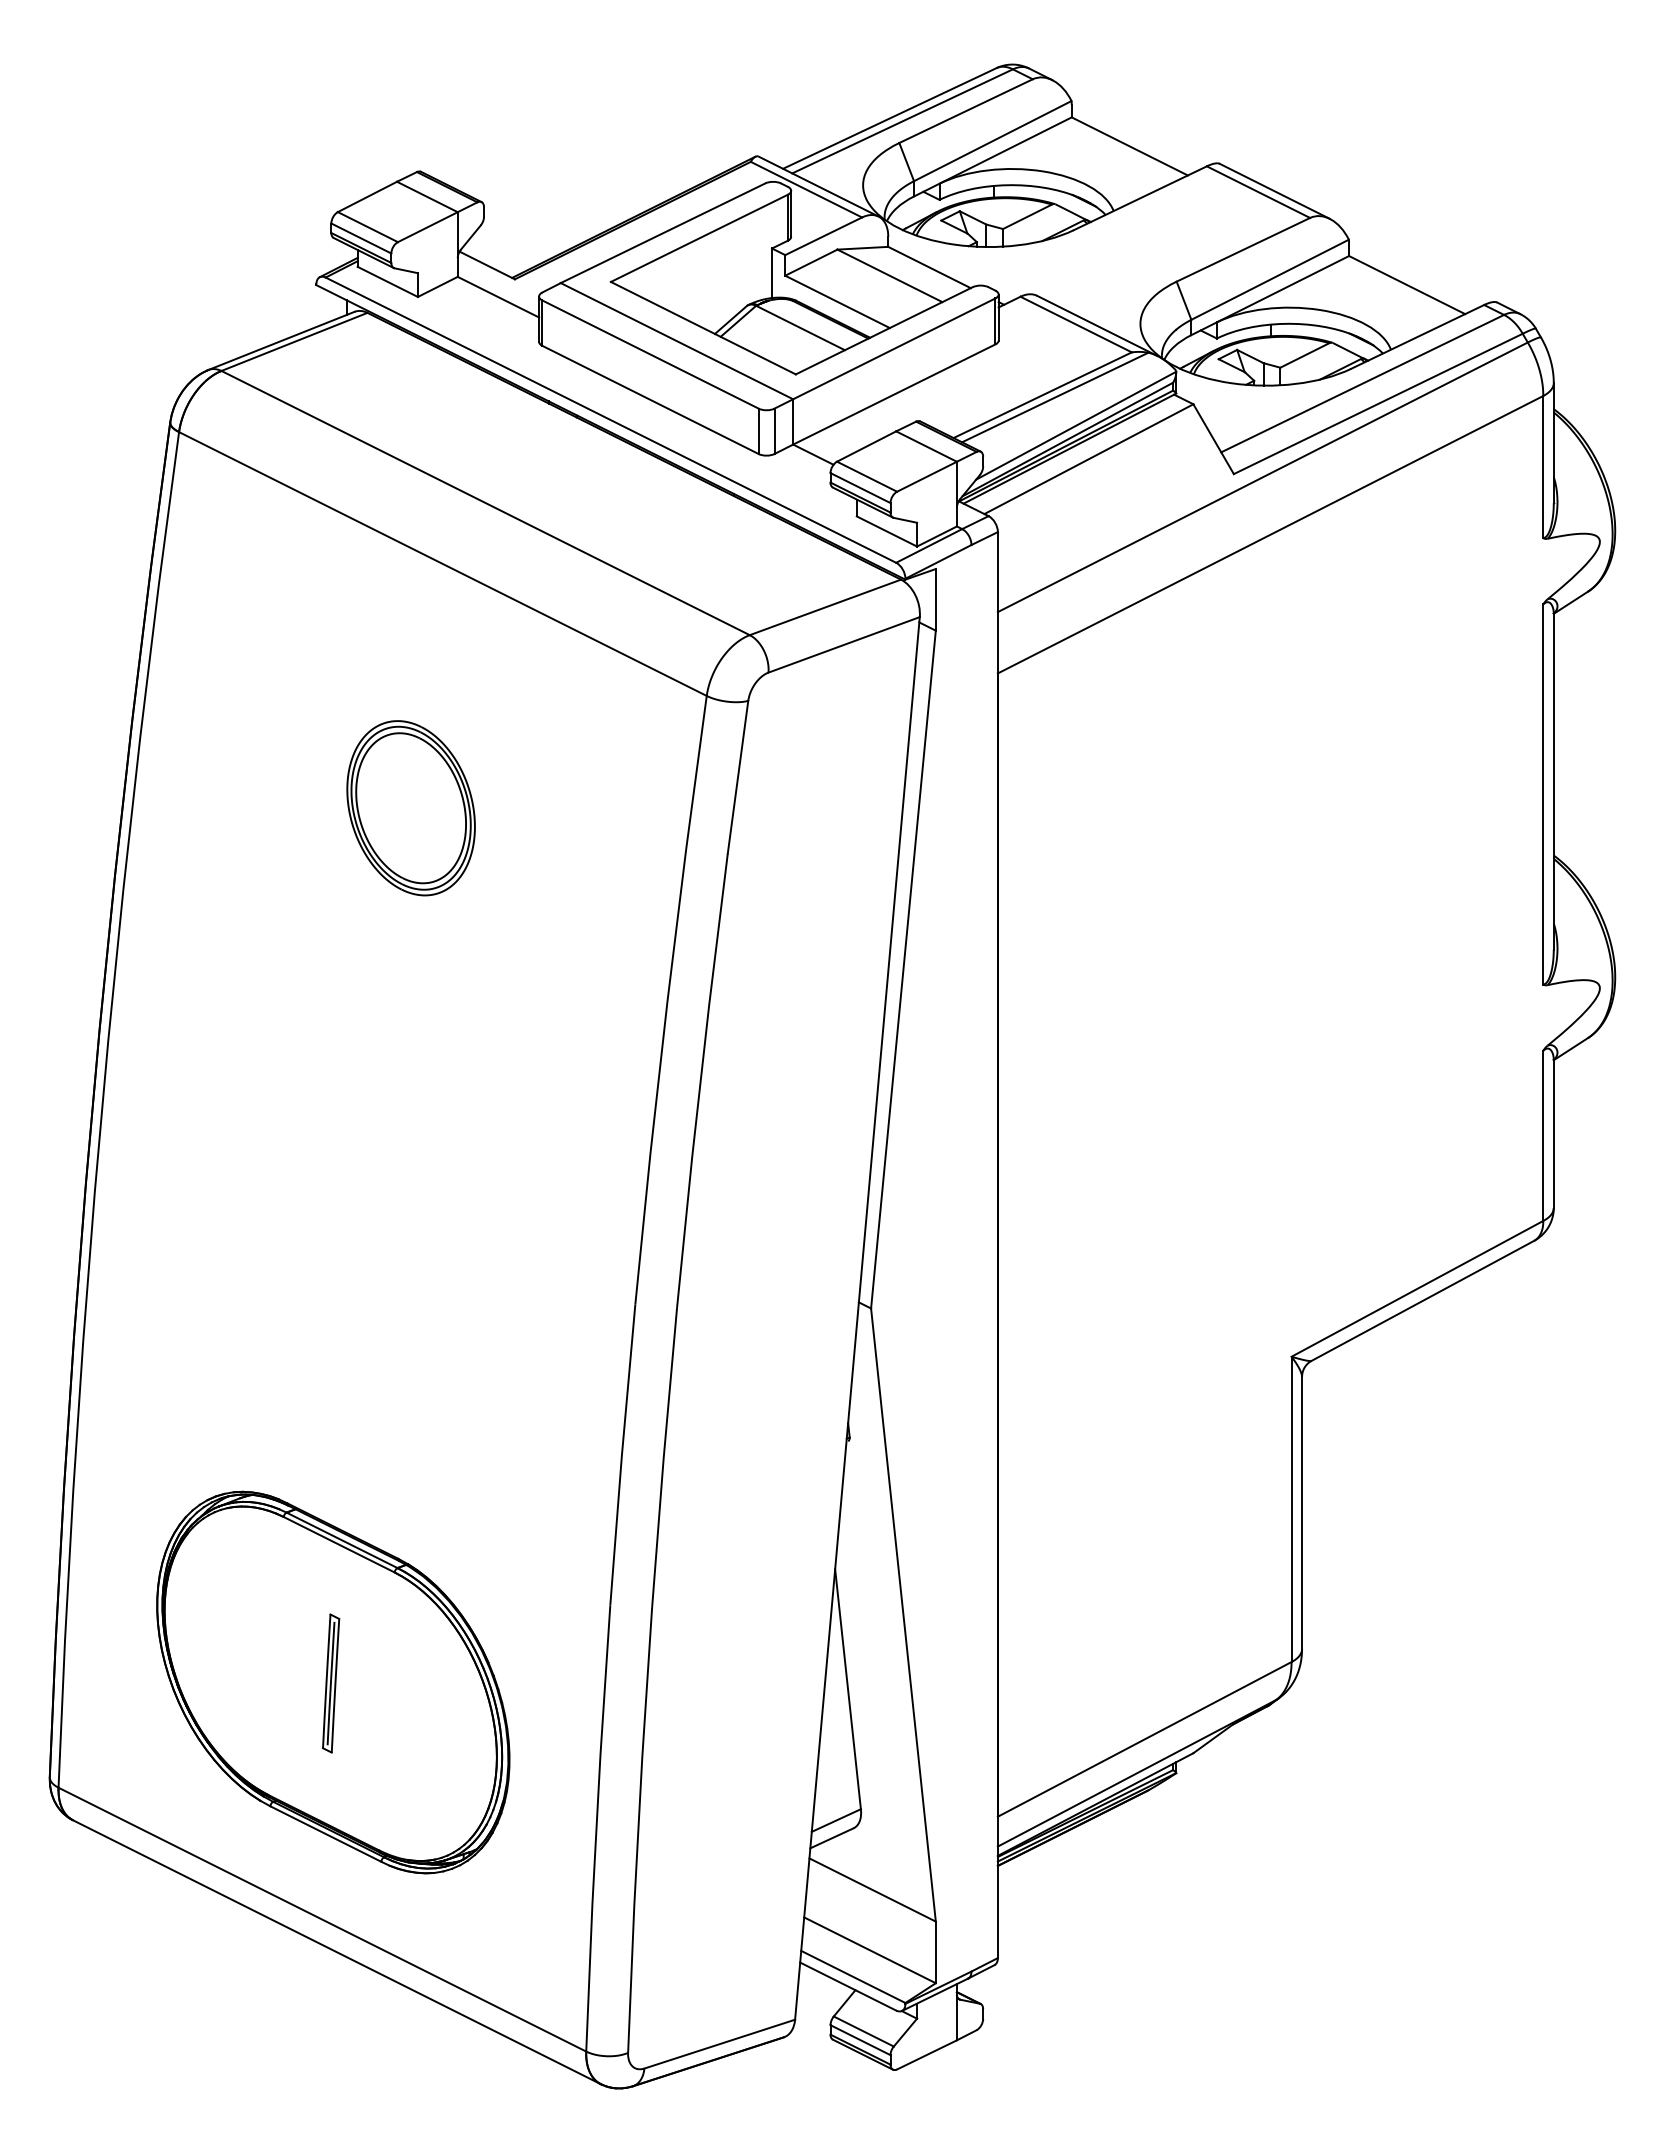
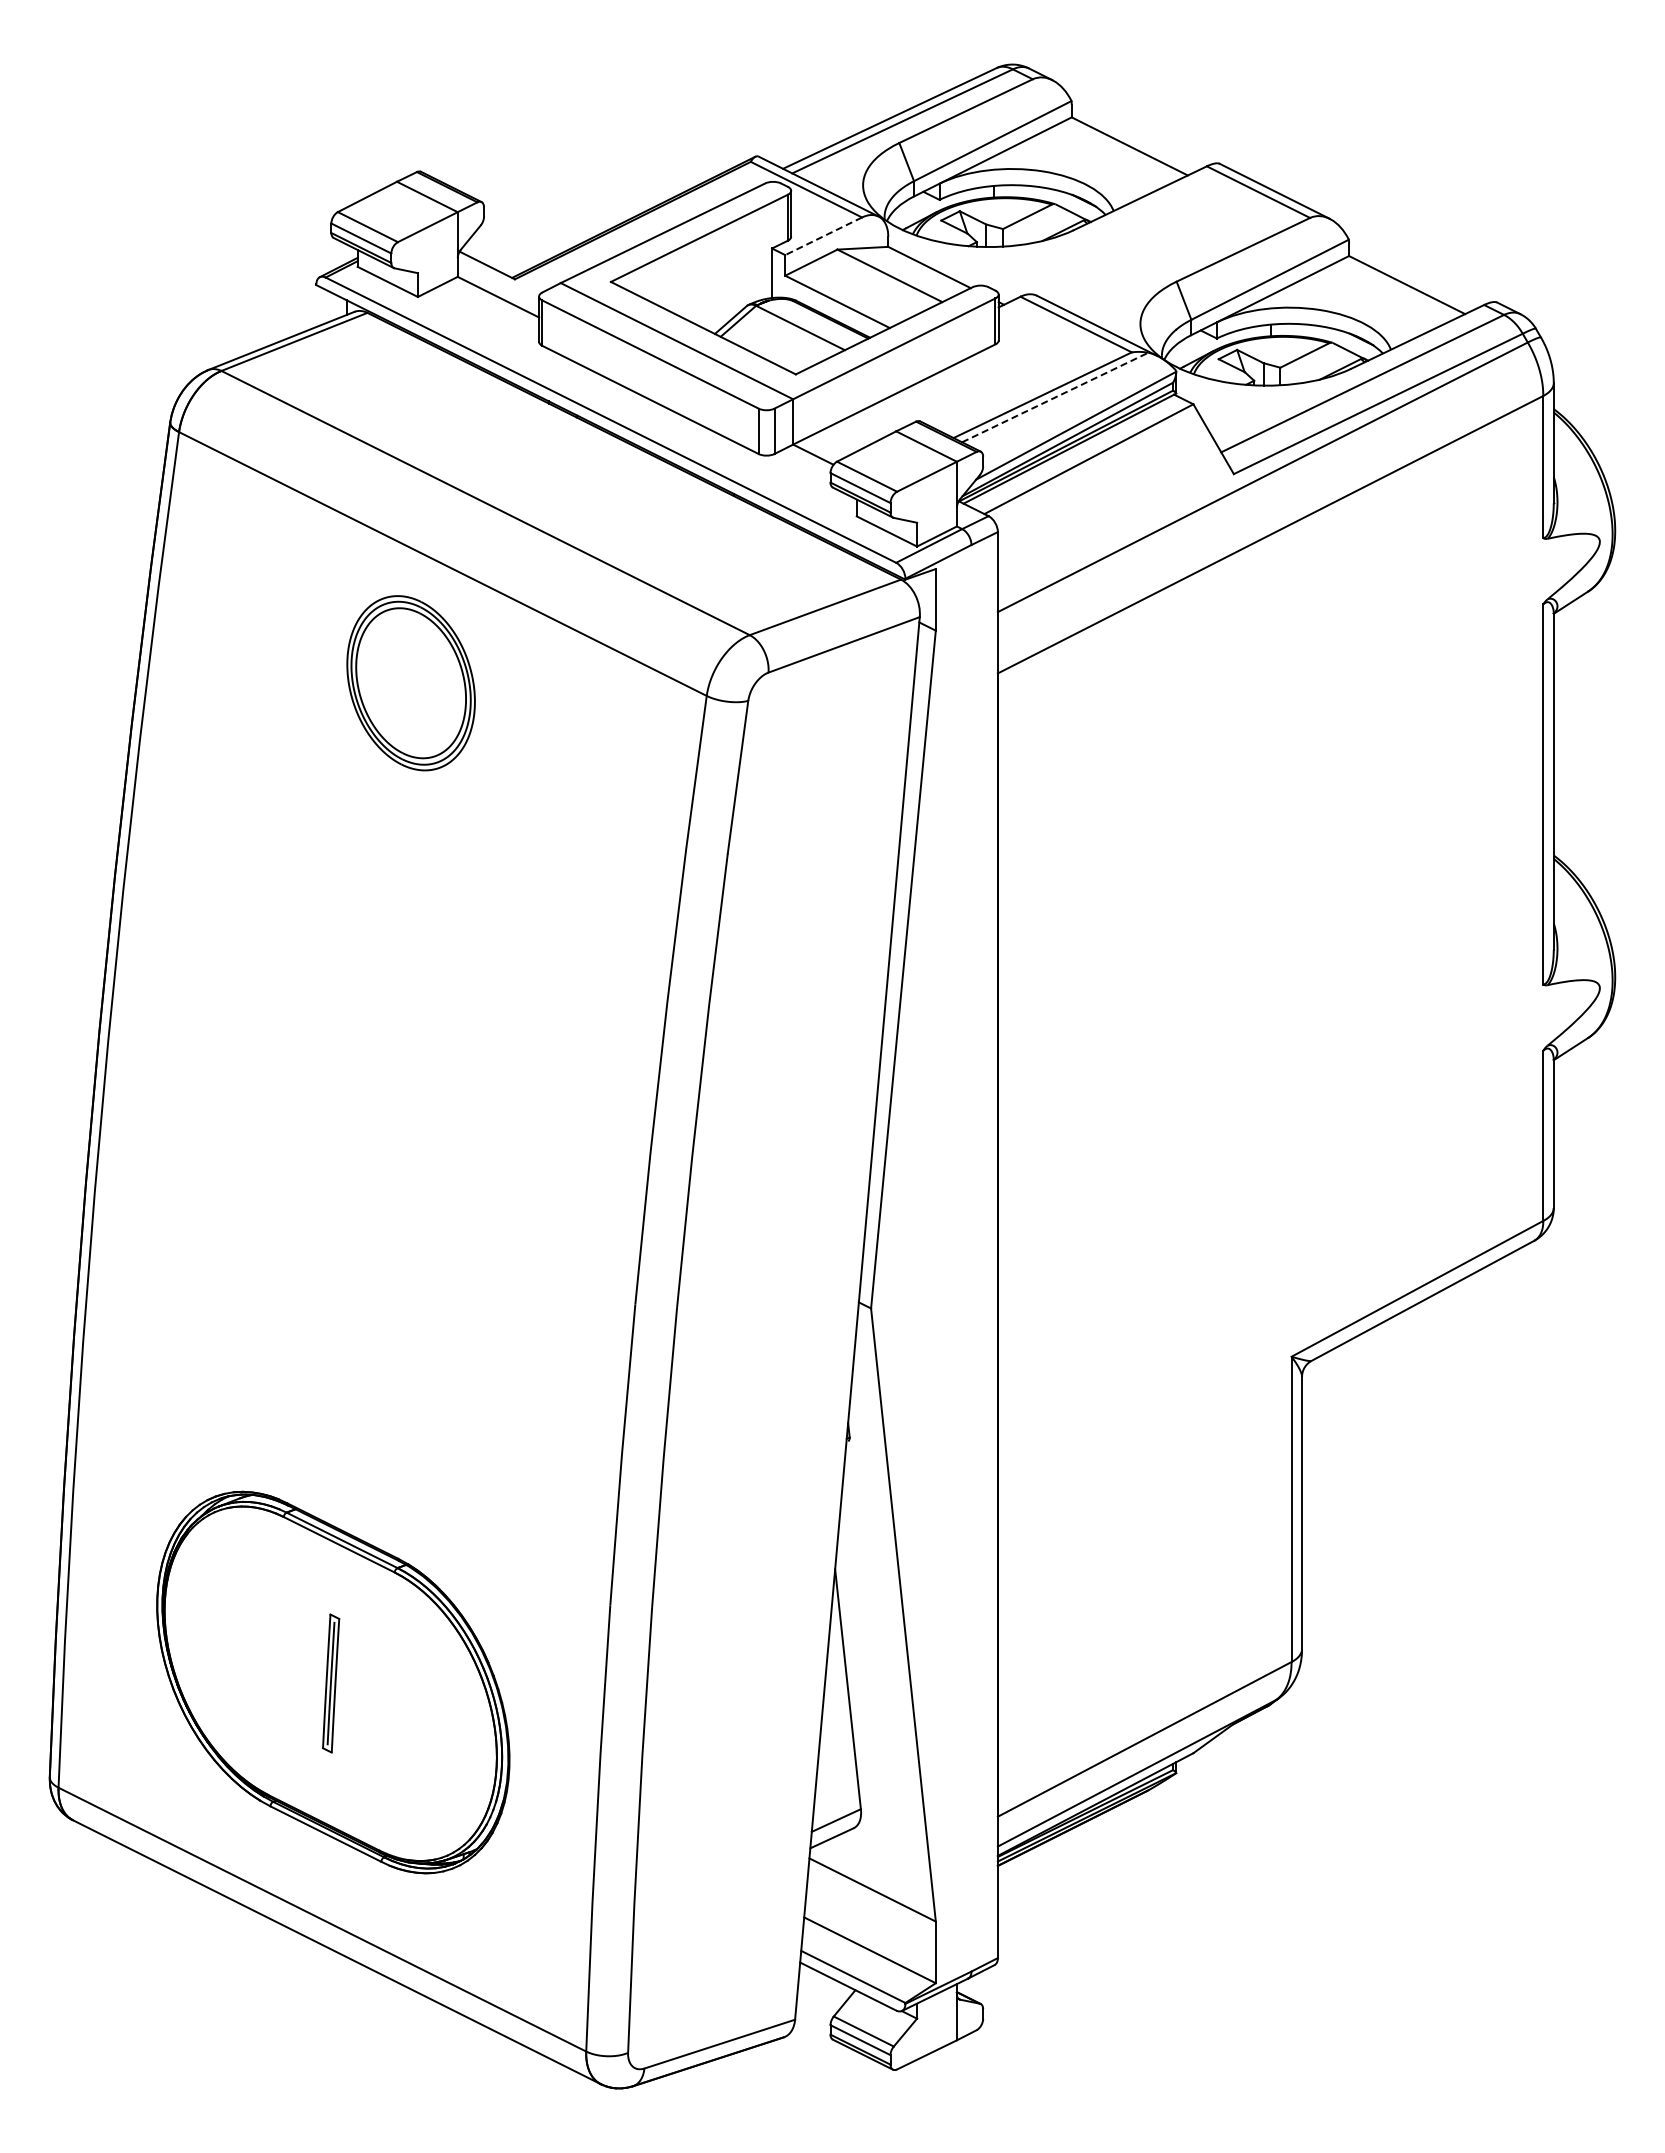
line at (823, 236): solid -> dashed
line at (1055, 397): solid -> dashed
part at (410, 808) position: (410, 808) -> (410, 683)
